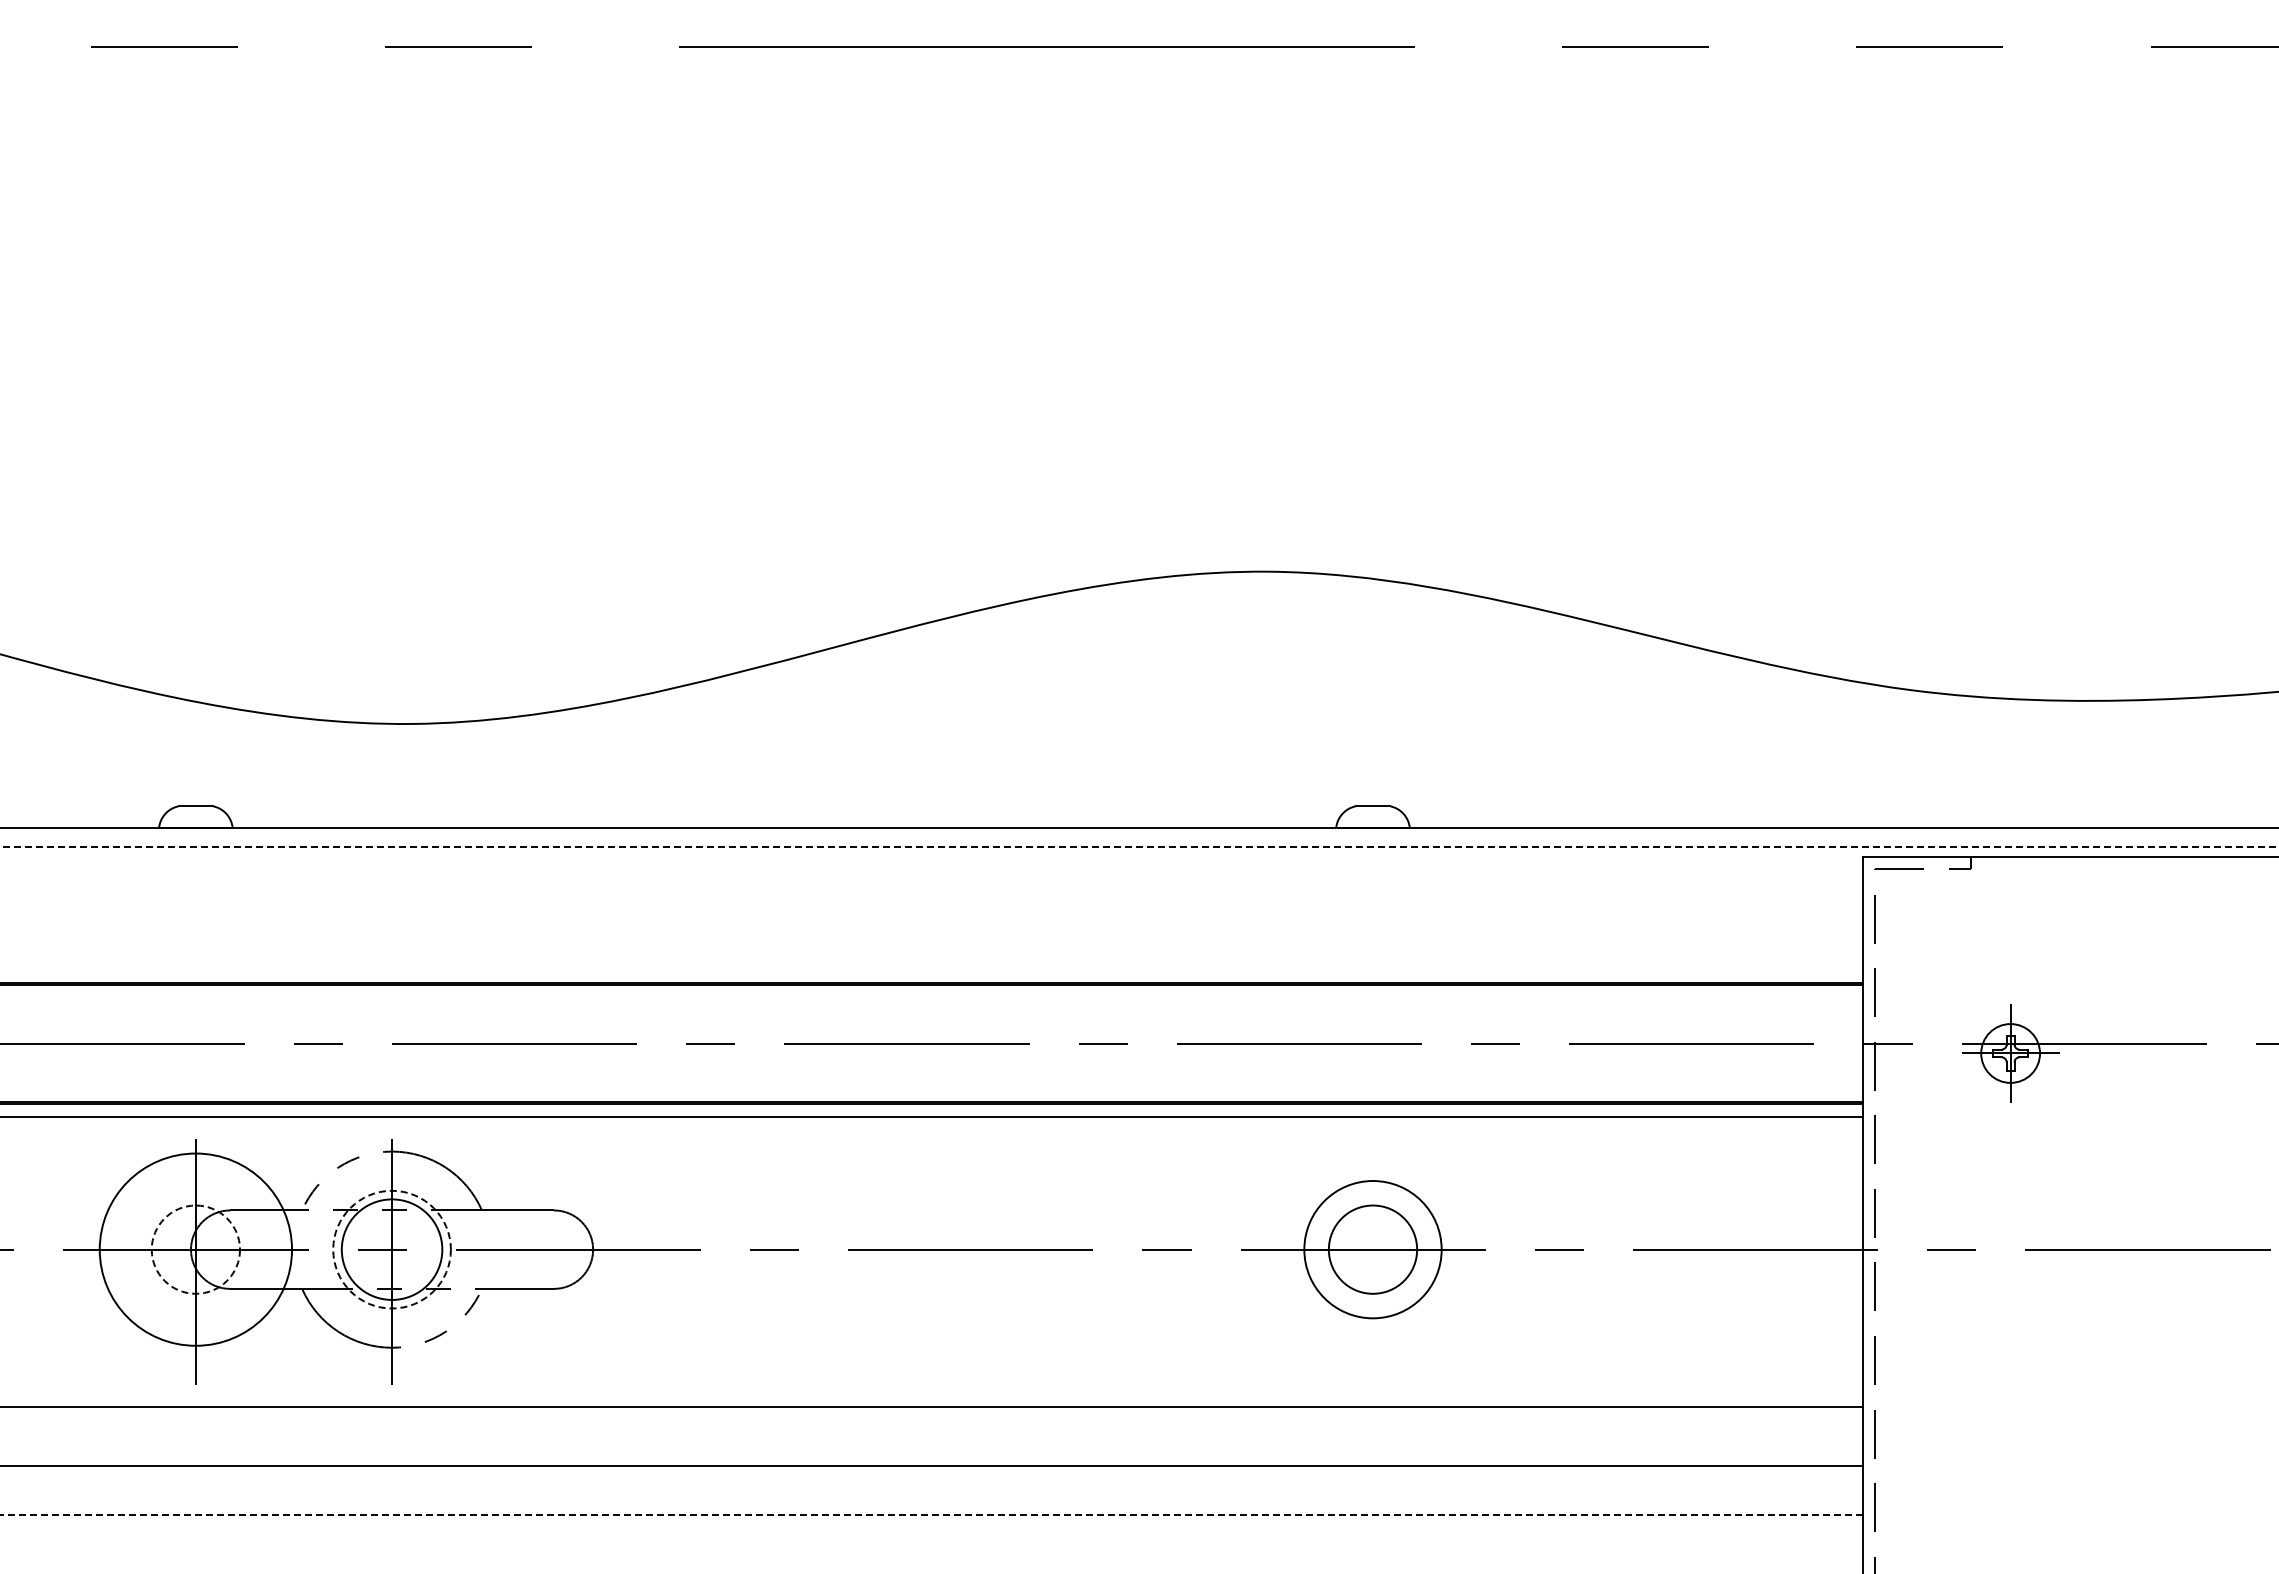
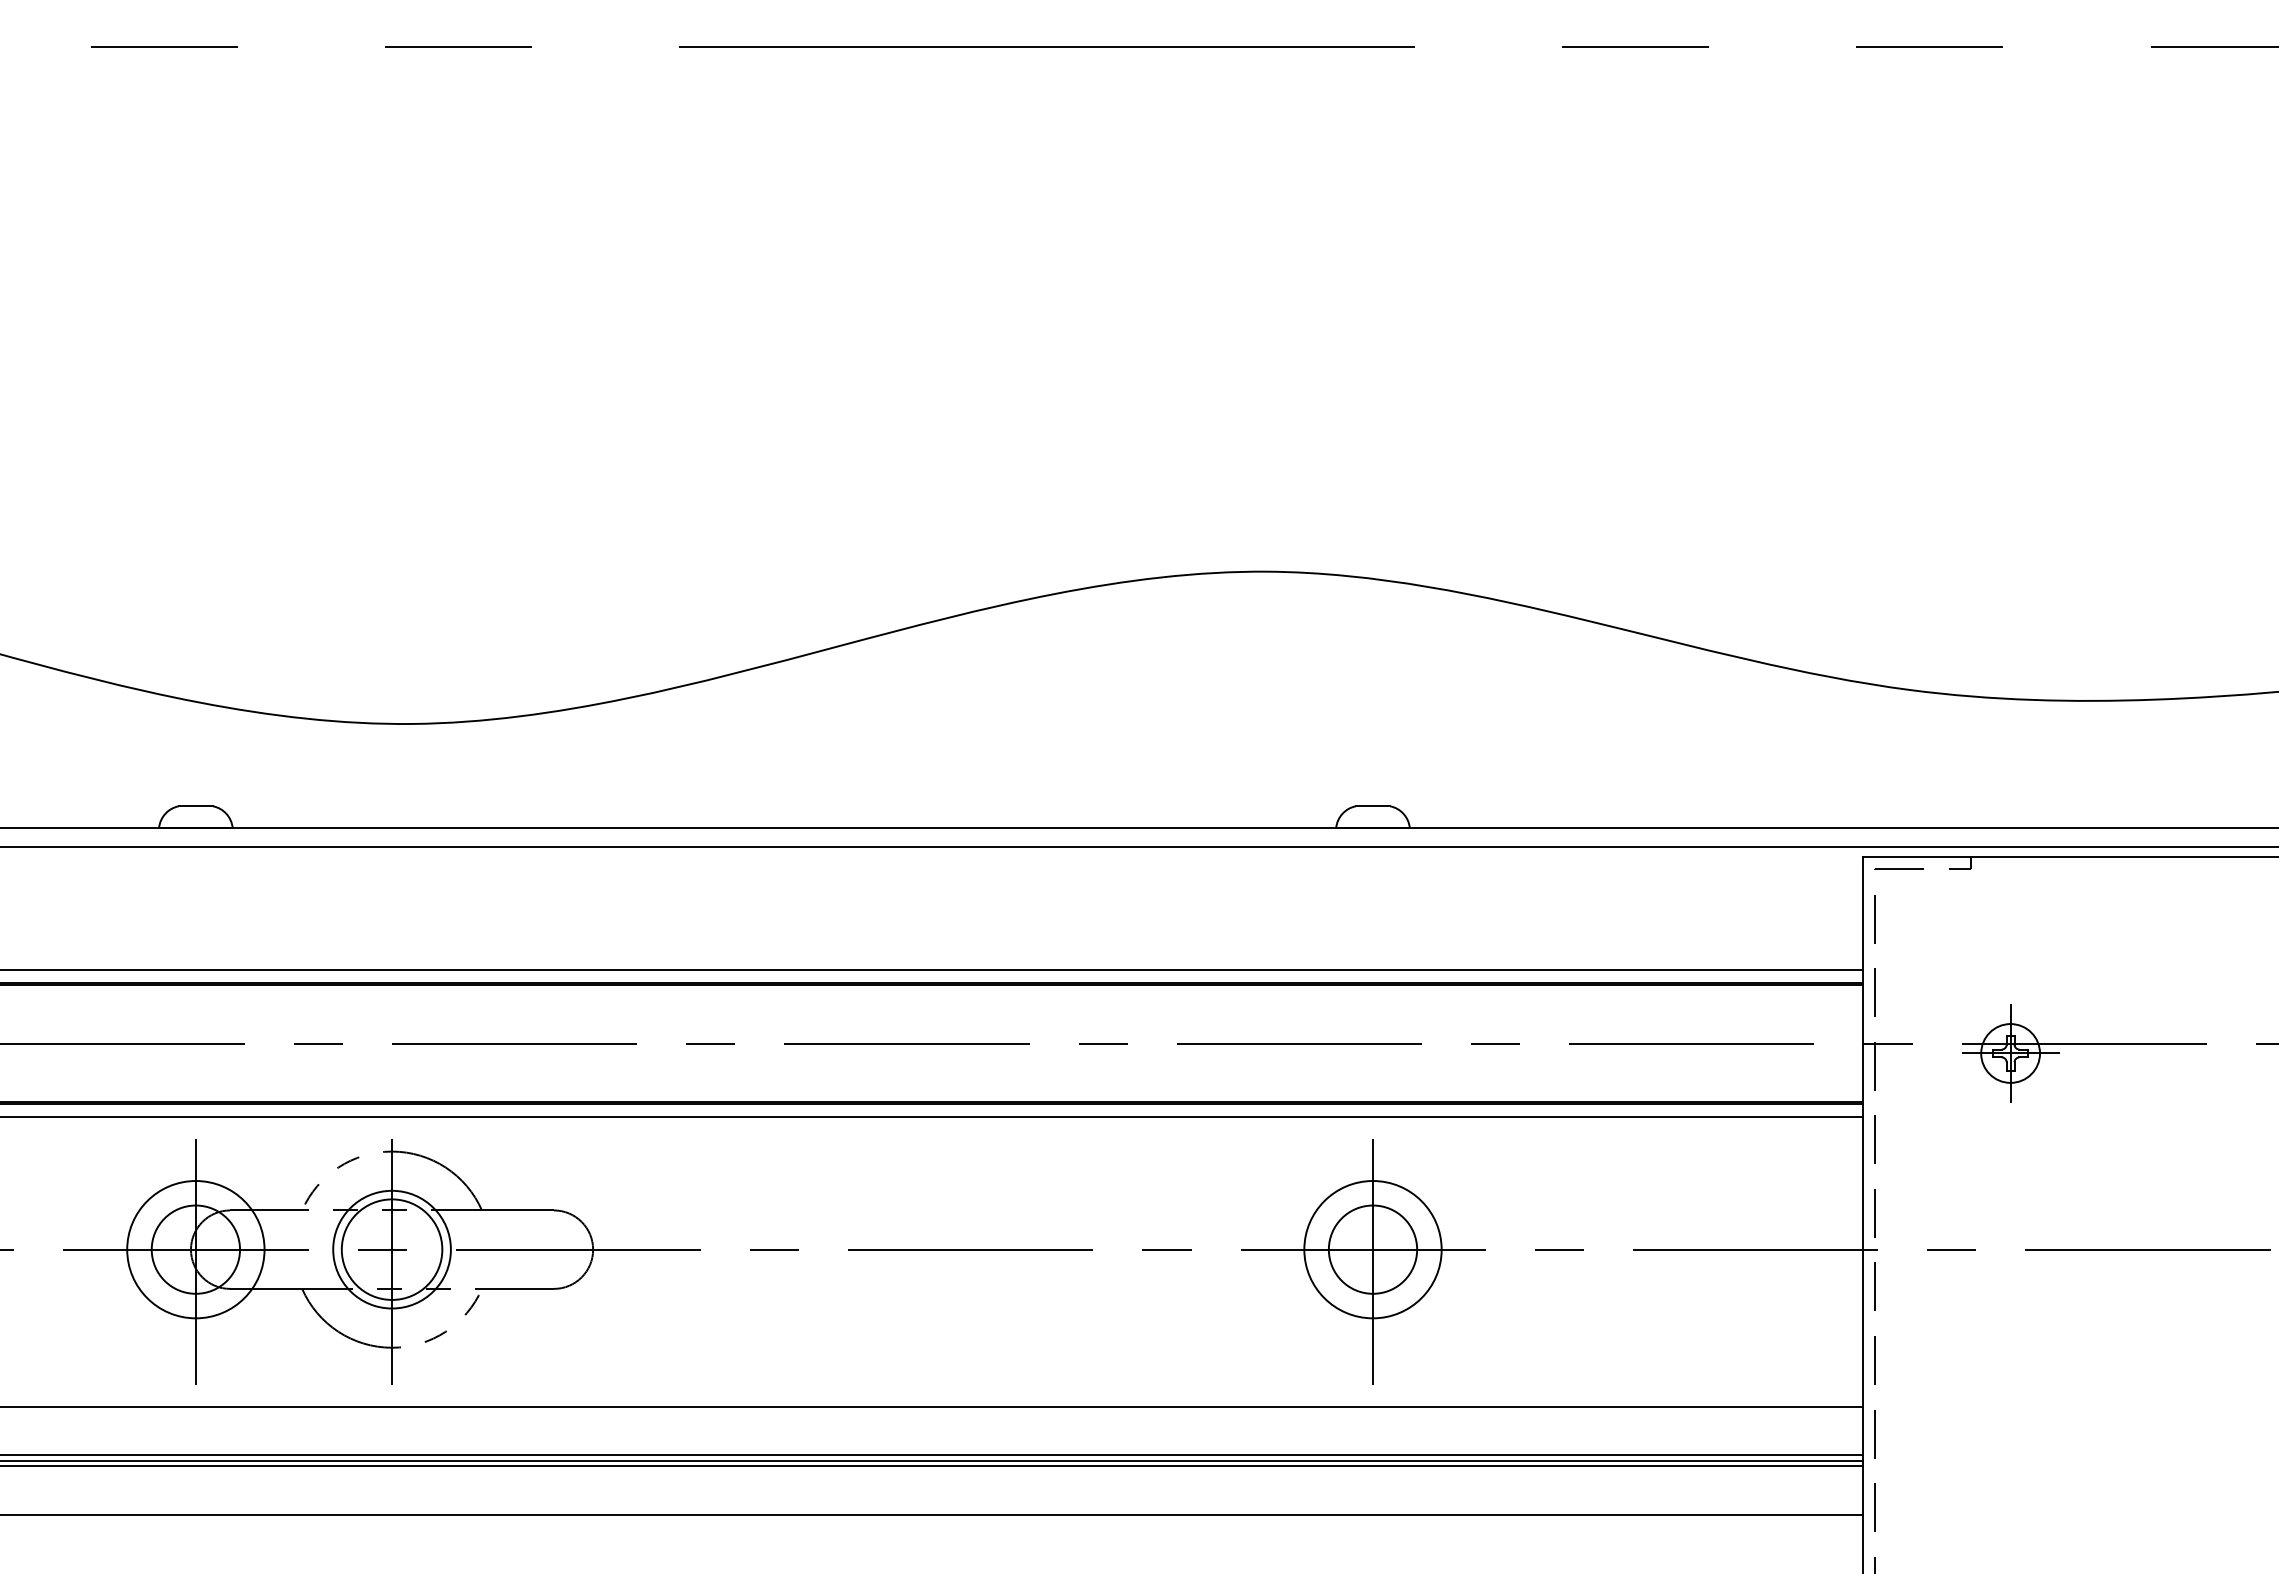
line at (1139, 847): dashed -> solid
line at (932, 970): none -> present
circle at (195, 1249) diameter: 192 px -> 137 px
circle at (195, 1249): dashed -> solid
circle at (391, 1249): dashed -> solid
line at (1373, 1249): none -> present
line at (932, 1455): none -> present
line at (932, 1460): none -> present
line at (931, 1514): dashed -> solid
